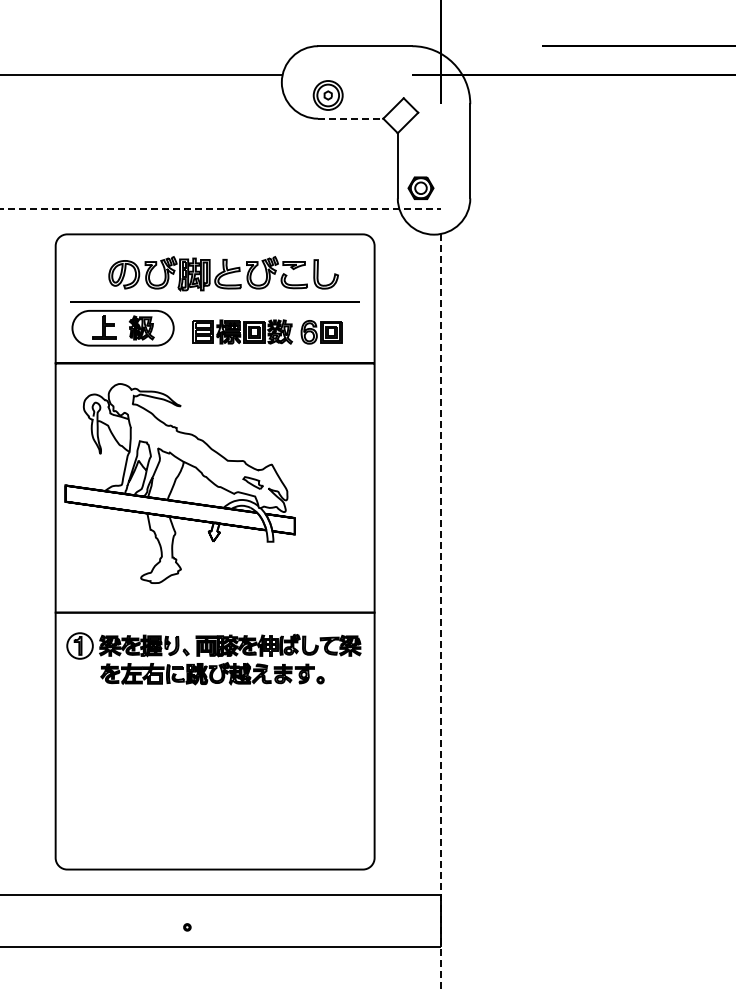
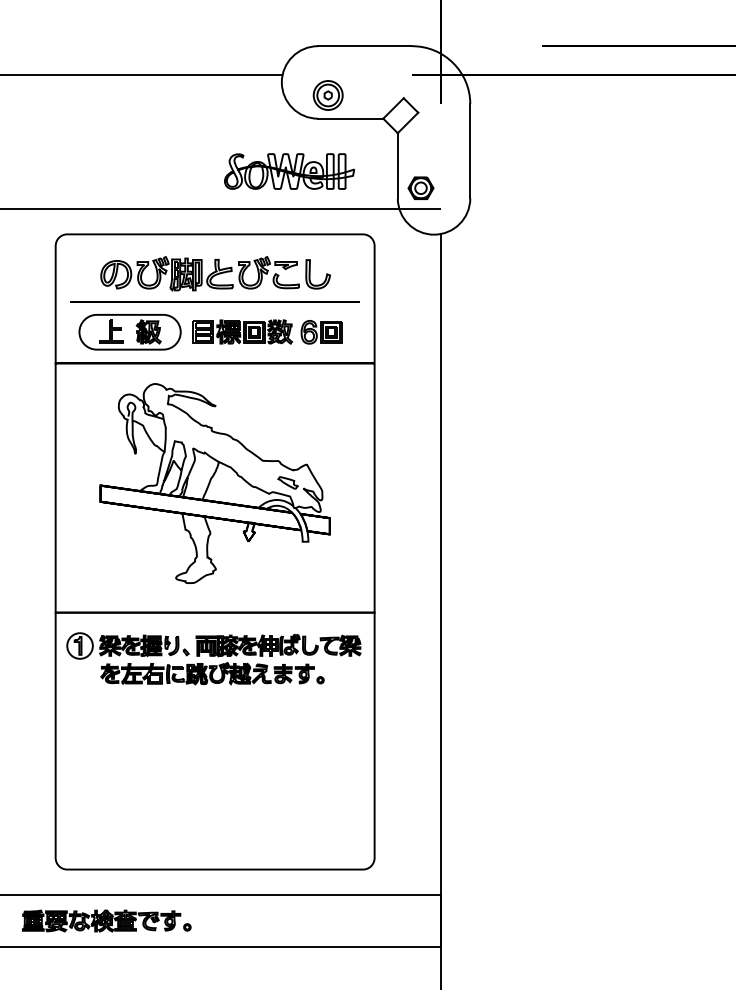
line at (350, 118): dashed -> solid
part at (289, 171): none -> present
line at (221, 209): dashed -> solid
part at (223, 273) position: (223, 273) -> (215, 273)
part at (122, 328) position: (122, 328) -> (129, 332)
part at (179, 483) position: (179, 483) -> (214, 483)
line at (441, 611): dashed -> solid
part at (101, 920): none -> present
